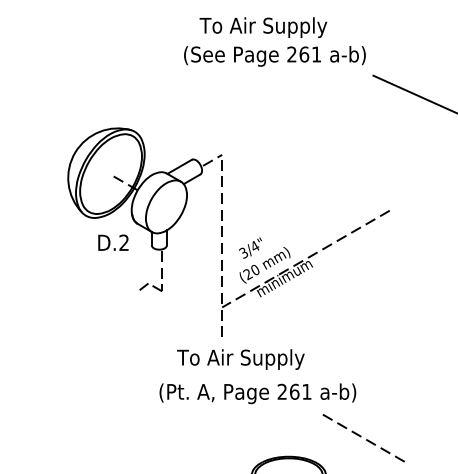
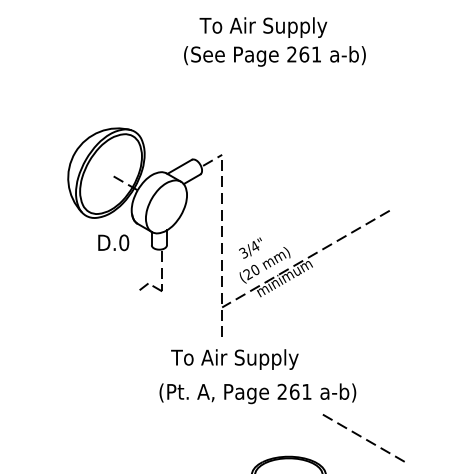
line at (413, 93): present -> none
text at (124, 242): D.2 -> D.0
text at (240, 359) position: (240, 359) -> (234, 359)
